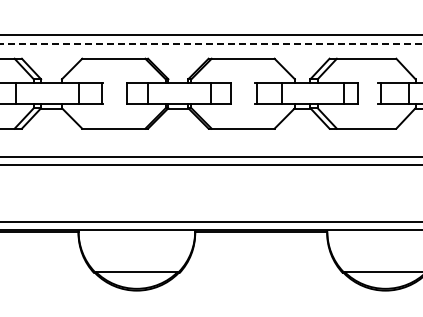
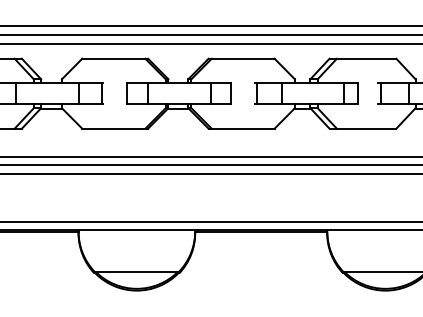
line at (210, 26): none -> present
line at (211, 43): dashed -> solid
line at (210, 173): none -> present
